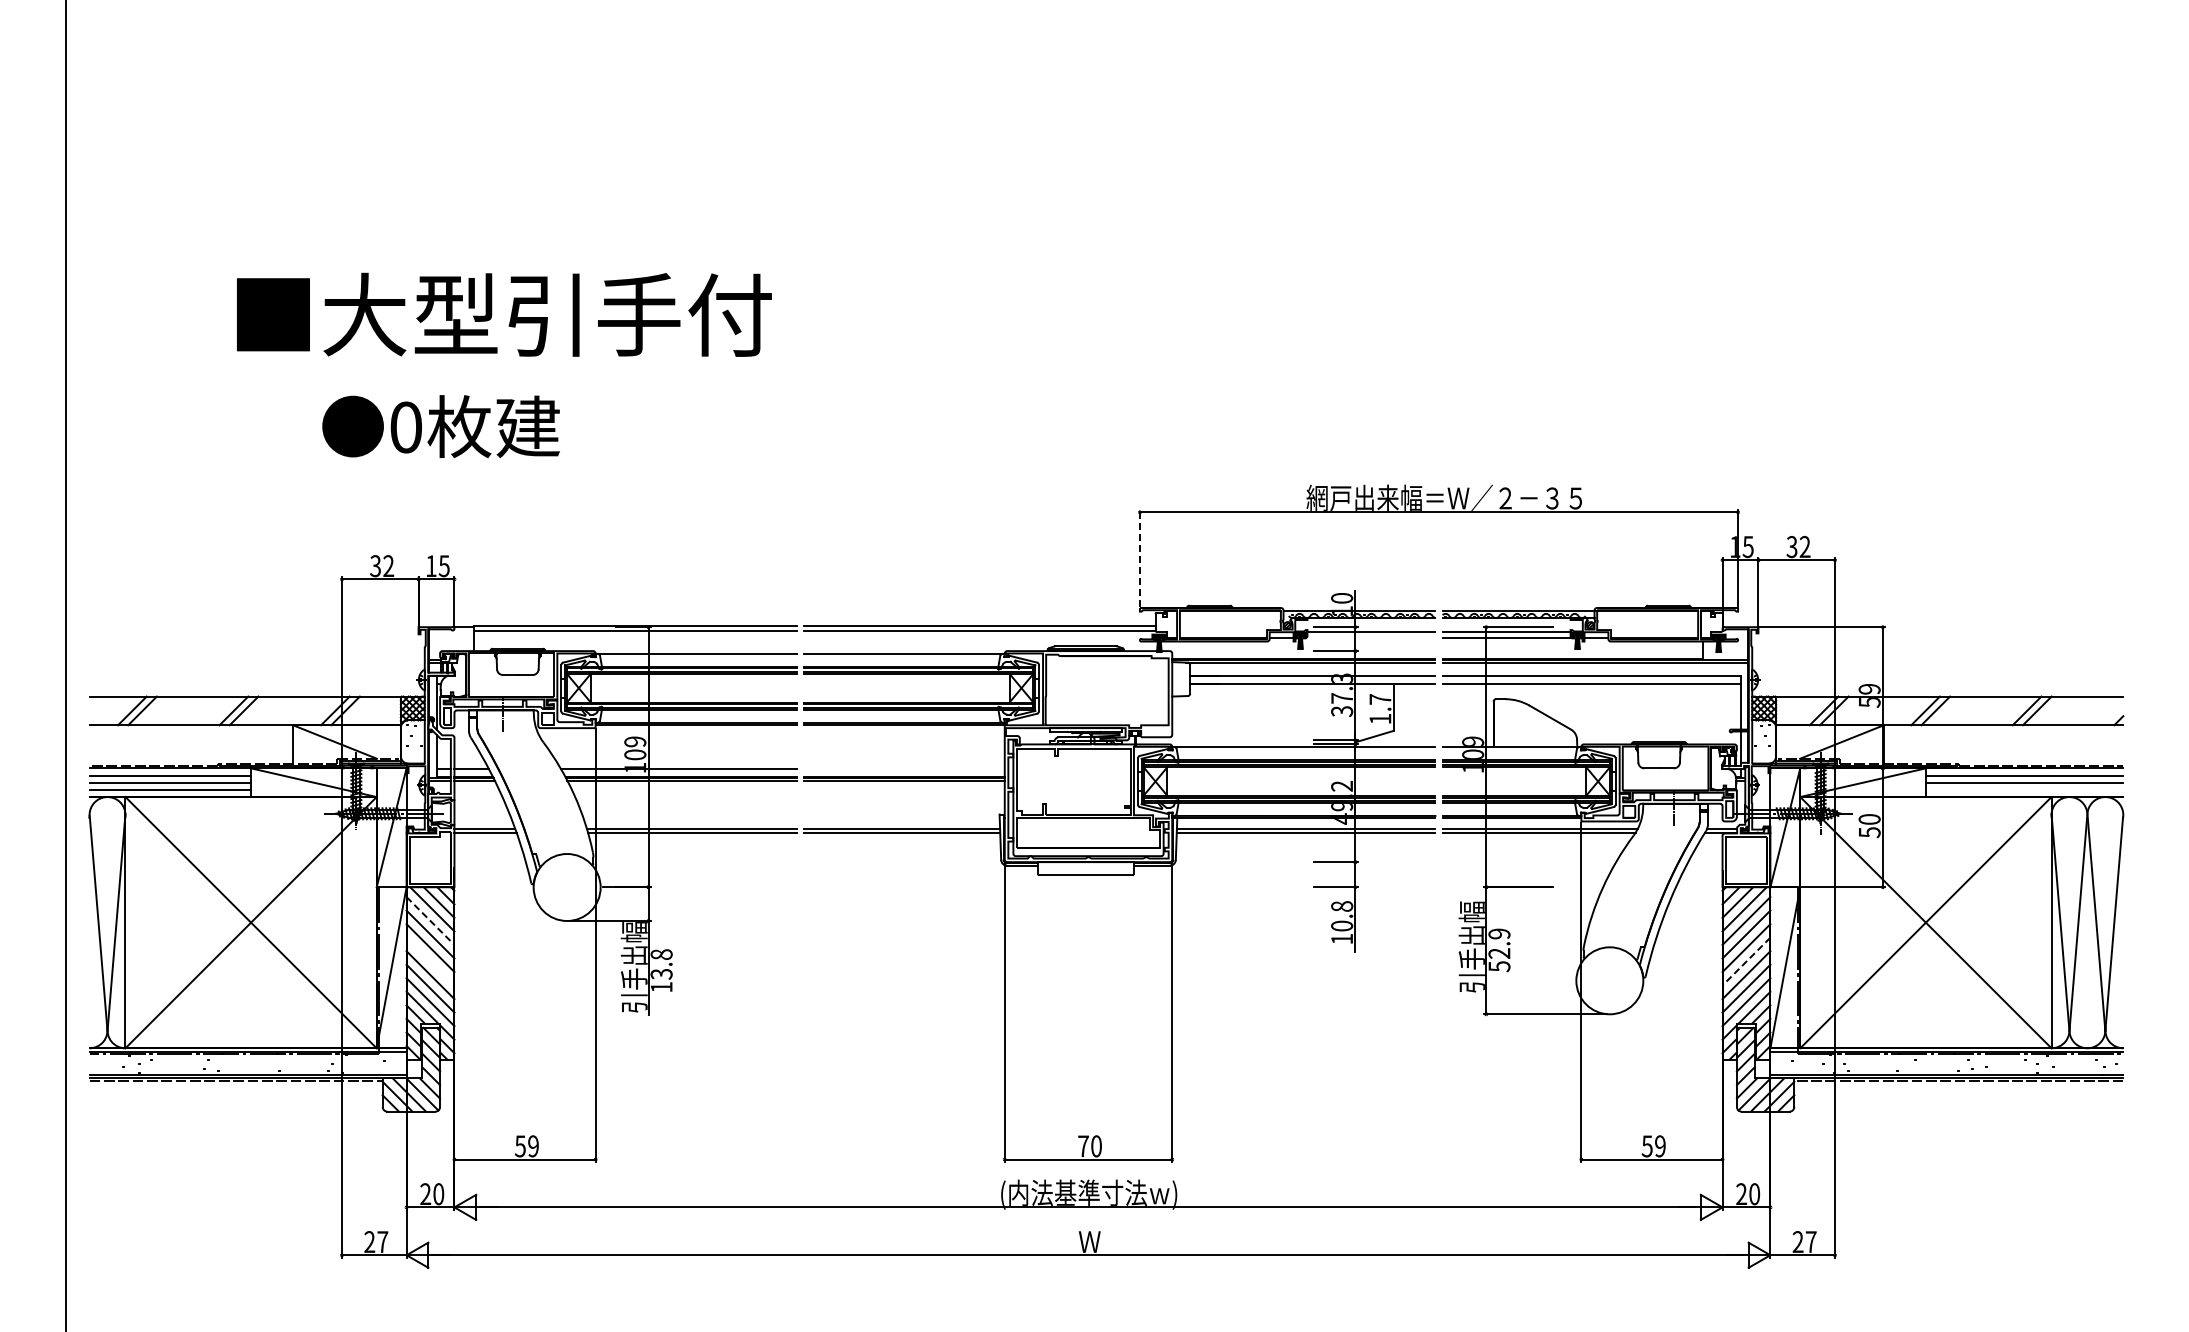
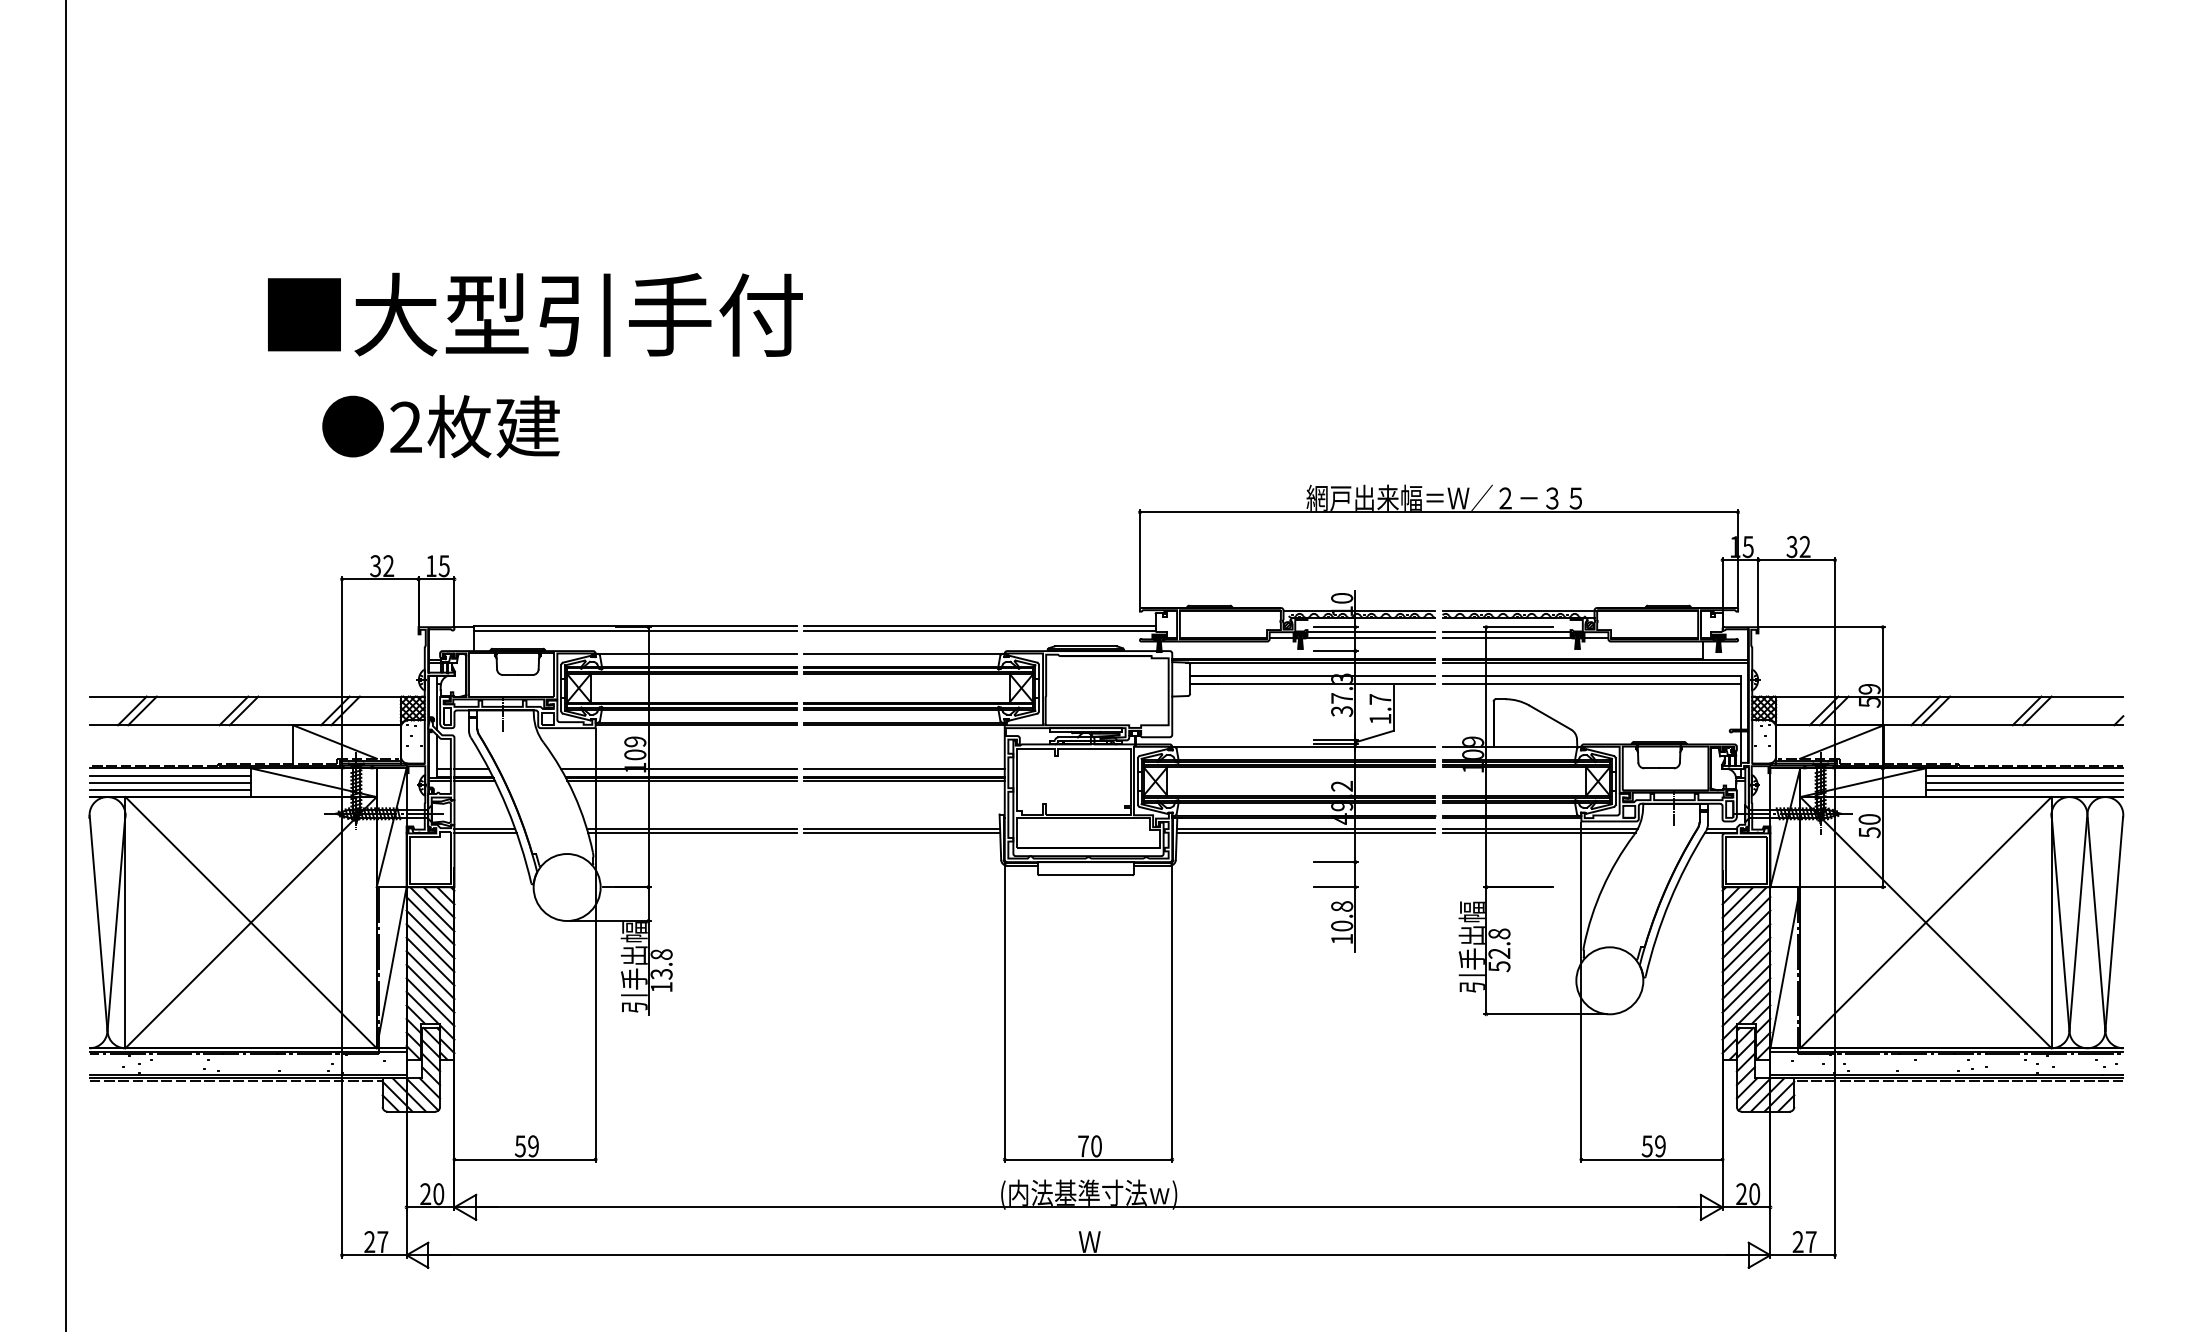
text at (504, 314) position: (504, 314) -> (535, 314)
text at (405, 427): 0 -> 2
line at (1139, 558): dashed -> solid
line at (1370, 638): none -> present
line at (903, 769): none -> present
line at (2024, 789): none -> present
line at (430, 921): dashed -> solid
text at (1499, 933): 52.9 -> 52.8
line at (430, 961): none -> present
line at (1746, 961): dashed -> solid
